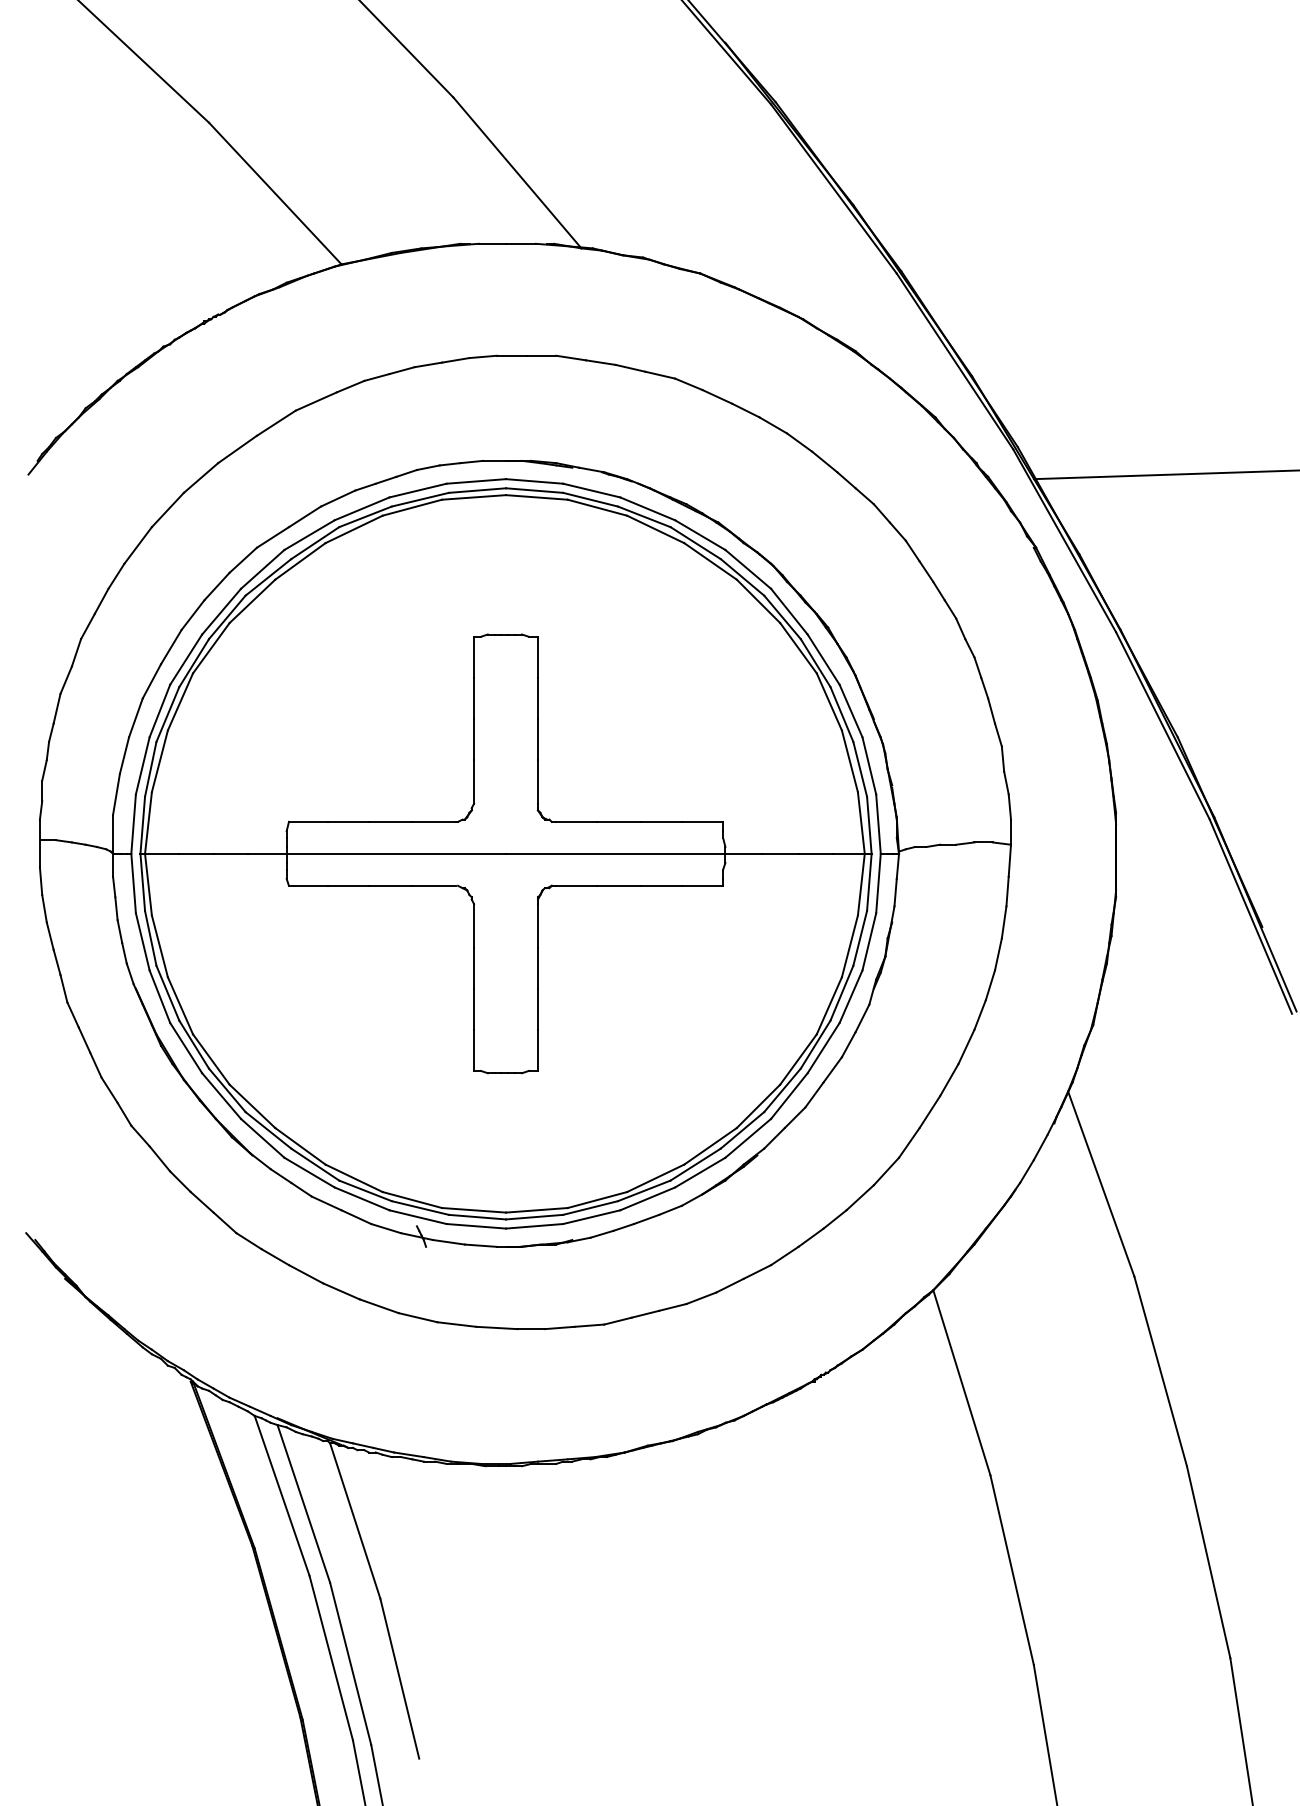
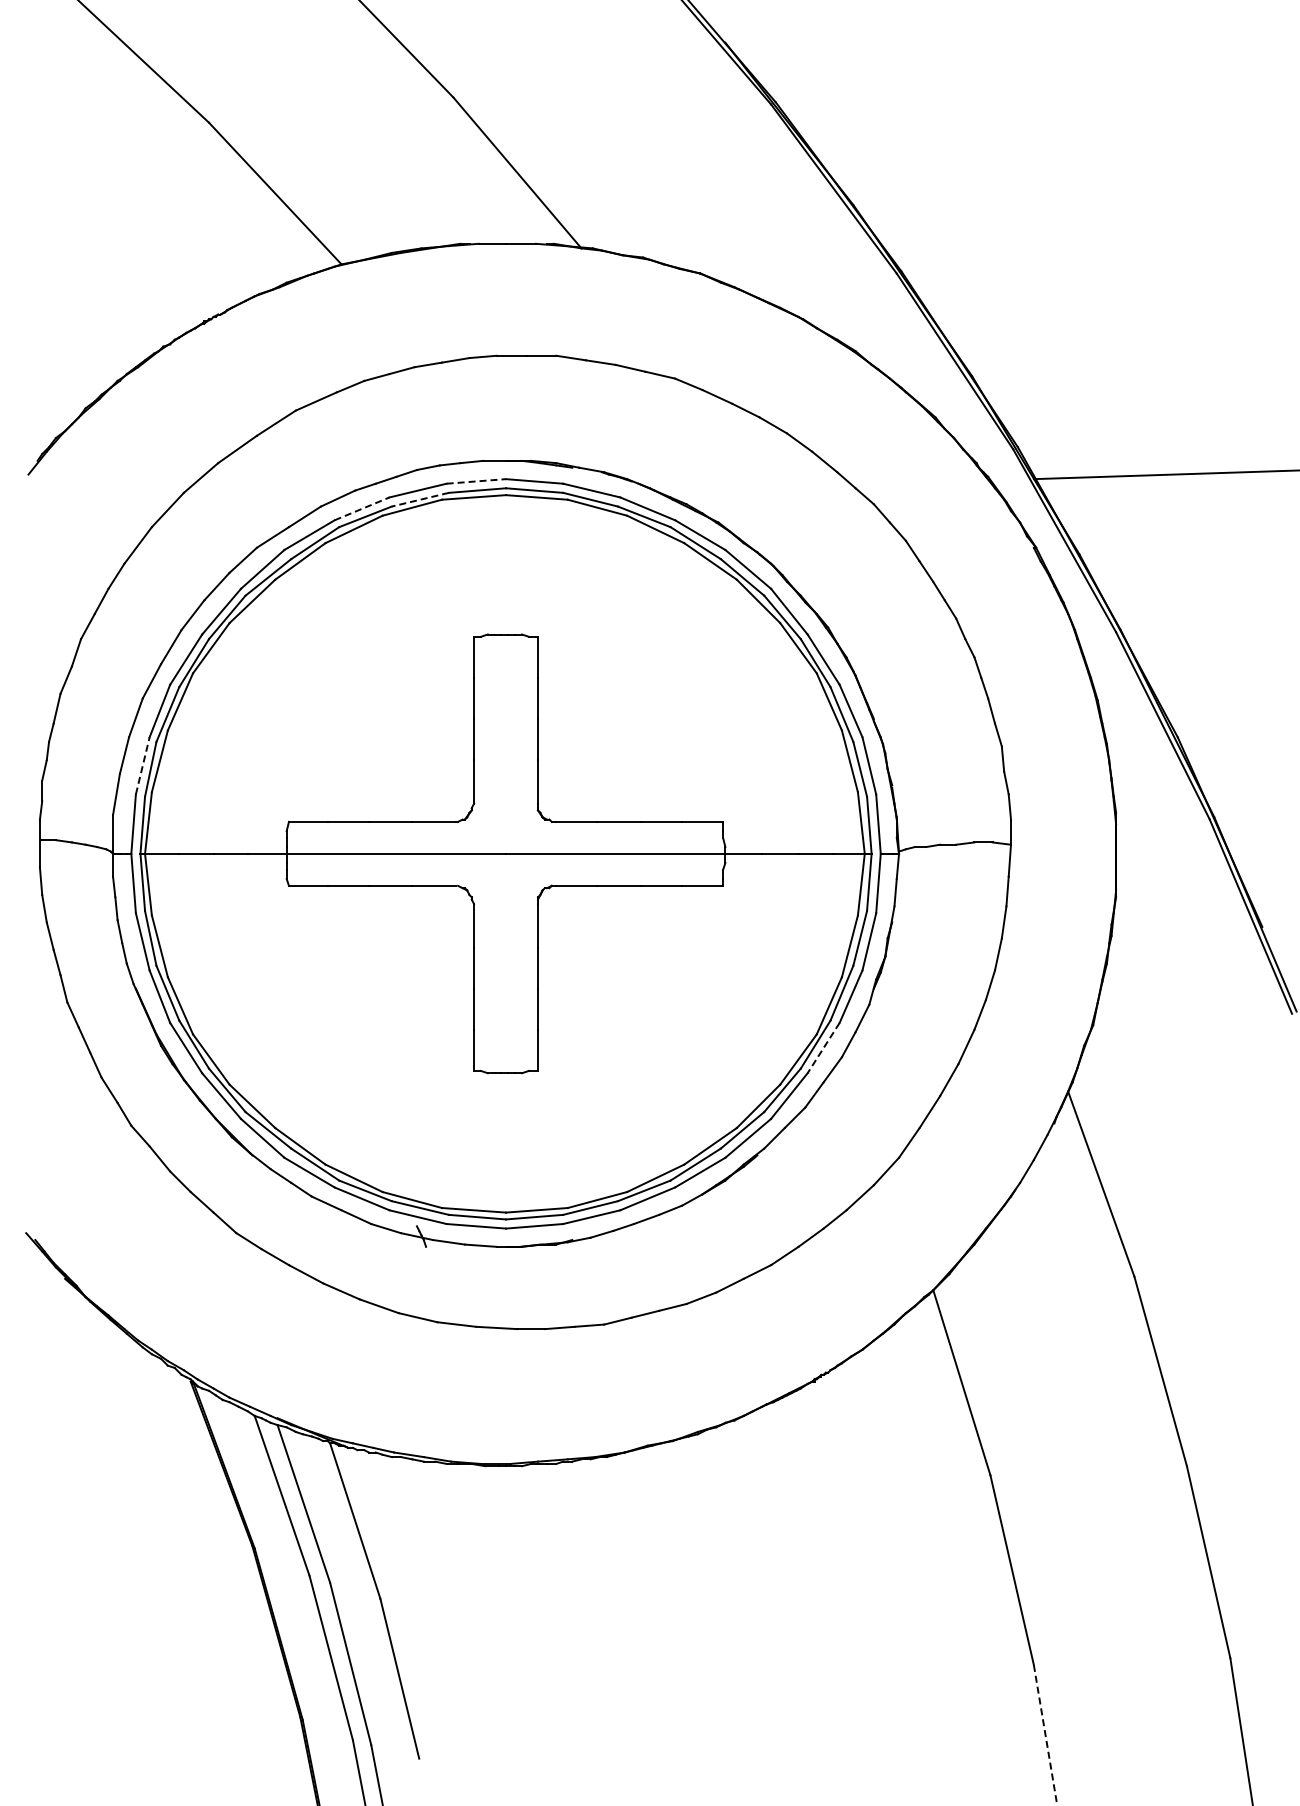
line at (476, 481): solid -> dashed
line at (419, 499): solid -> dashed
line at (362, 508): solid -> dashed
line at (142, 765): solid -> dashed
line at (823, 1048): solid -> dashed
line at (1045, 1735): solid -> dashed
